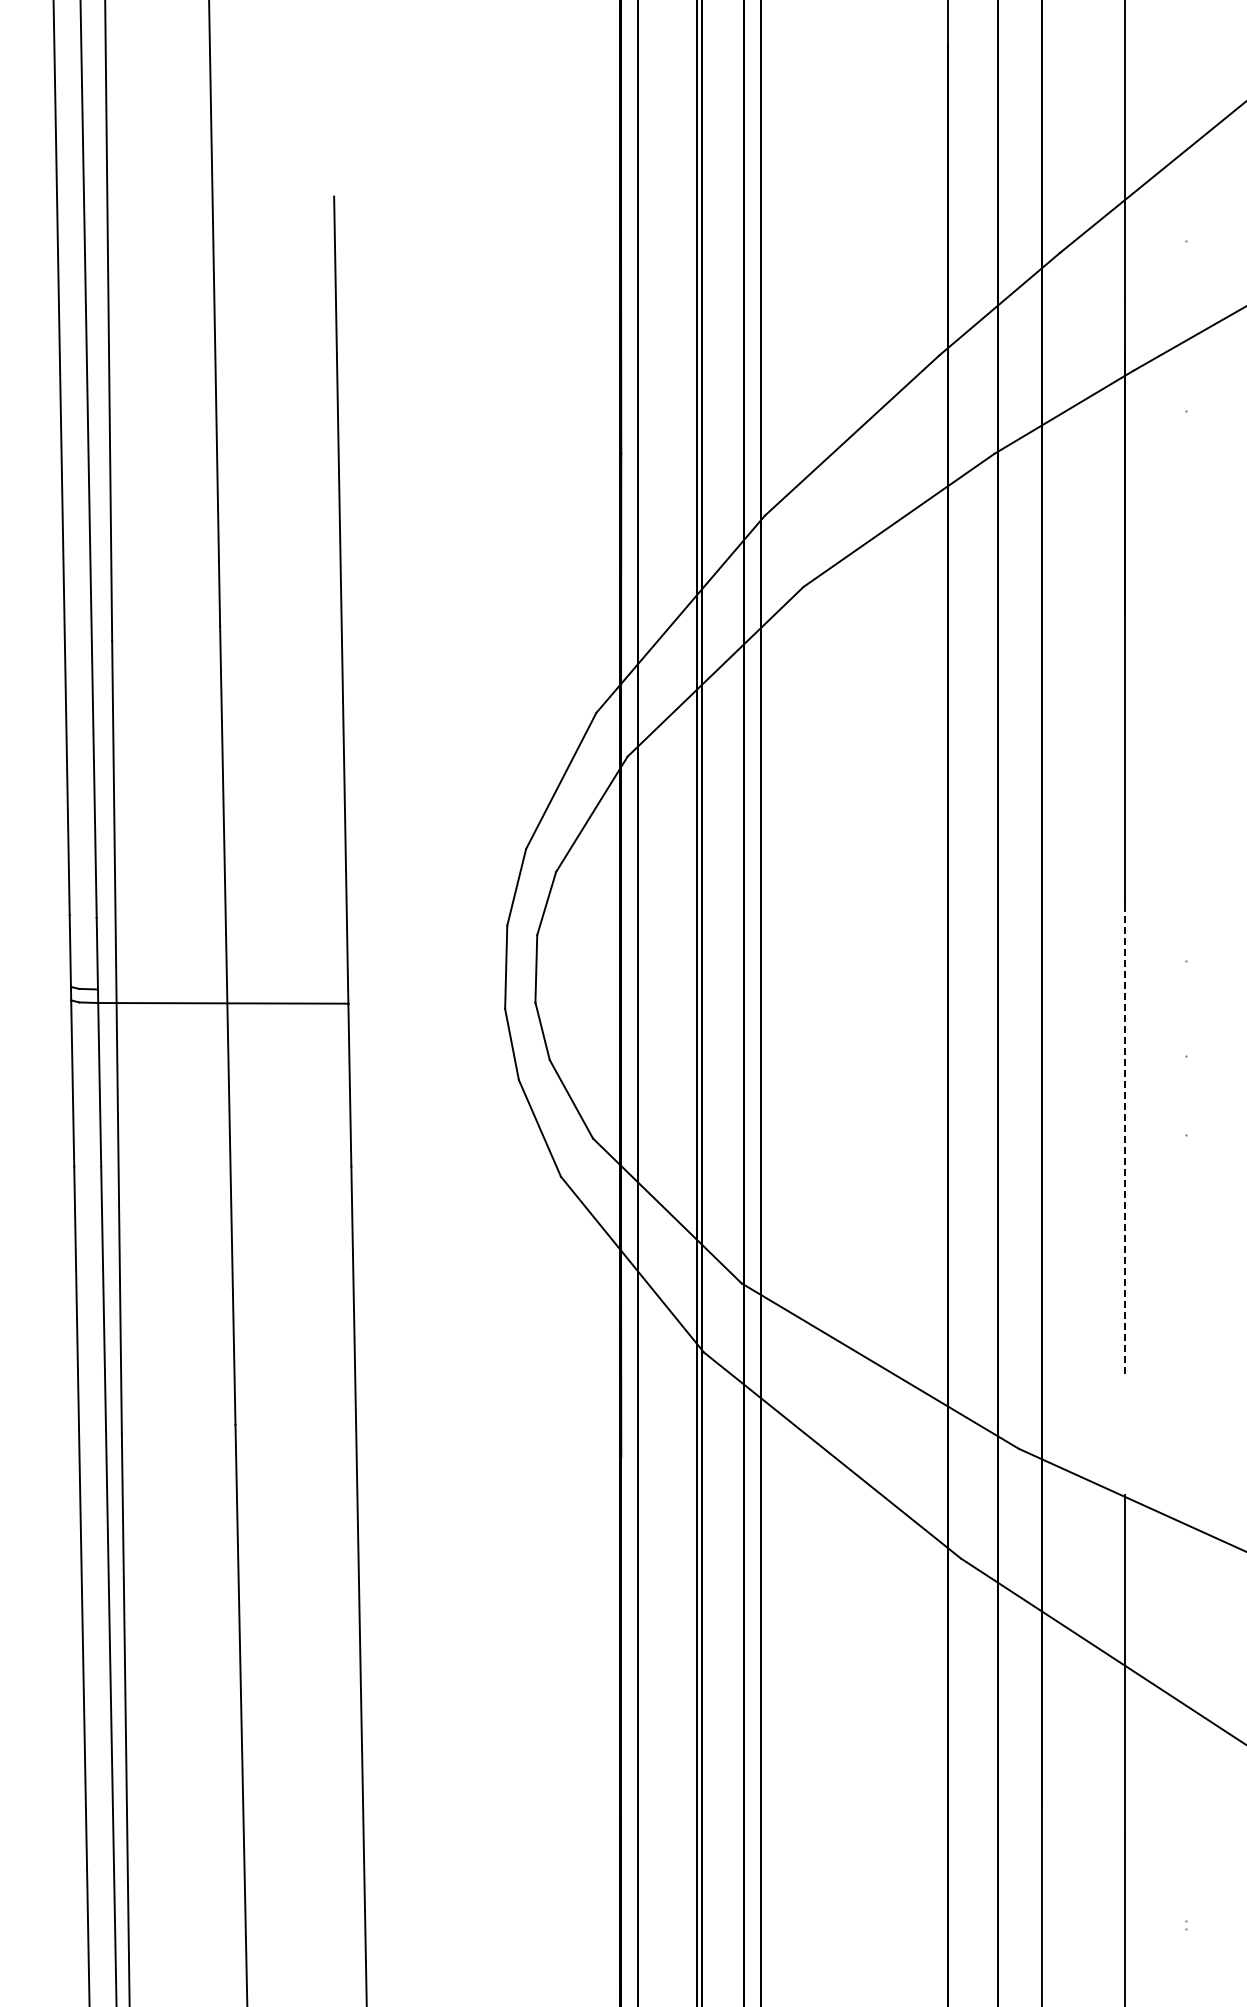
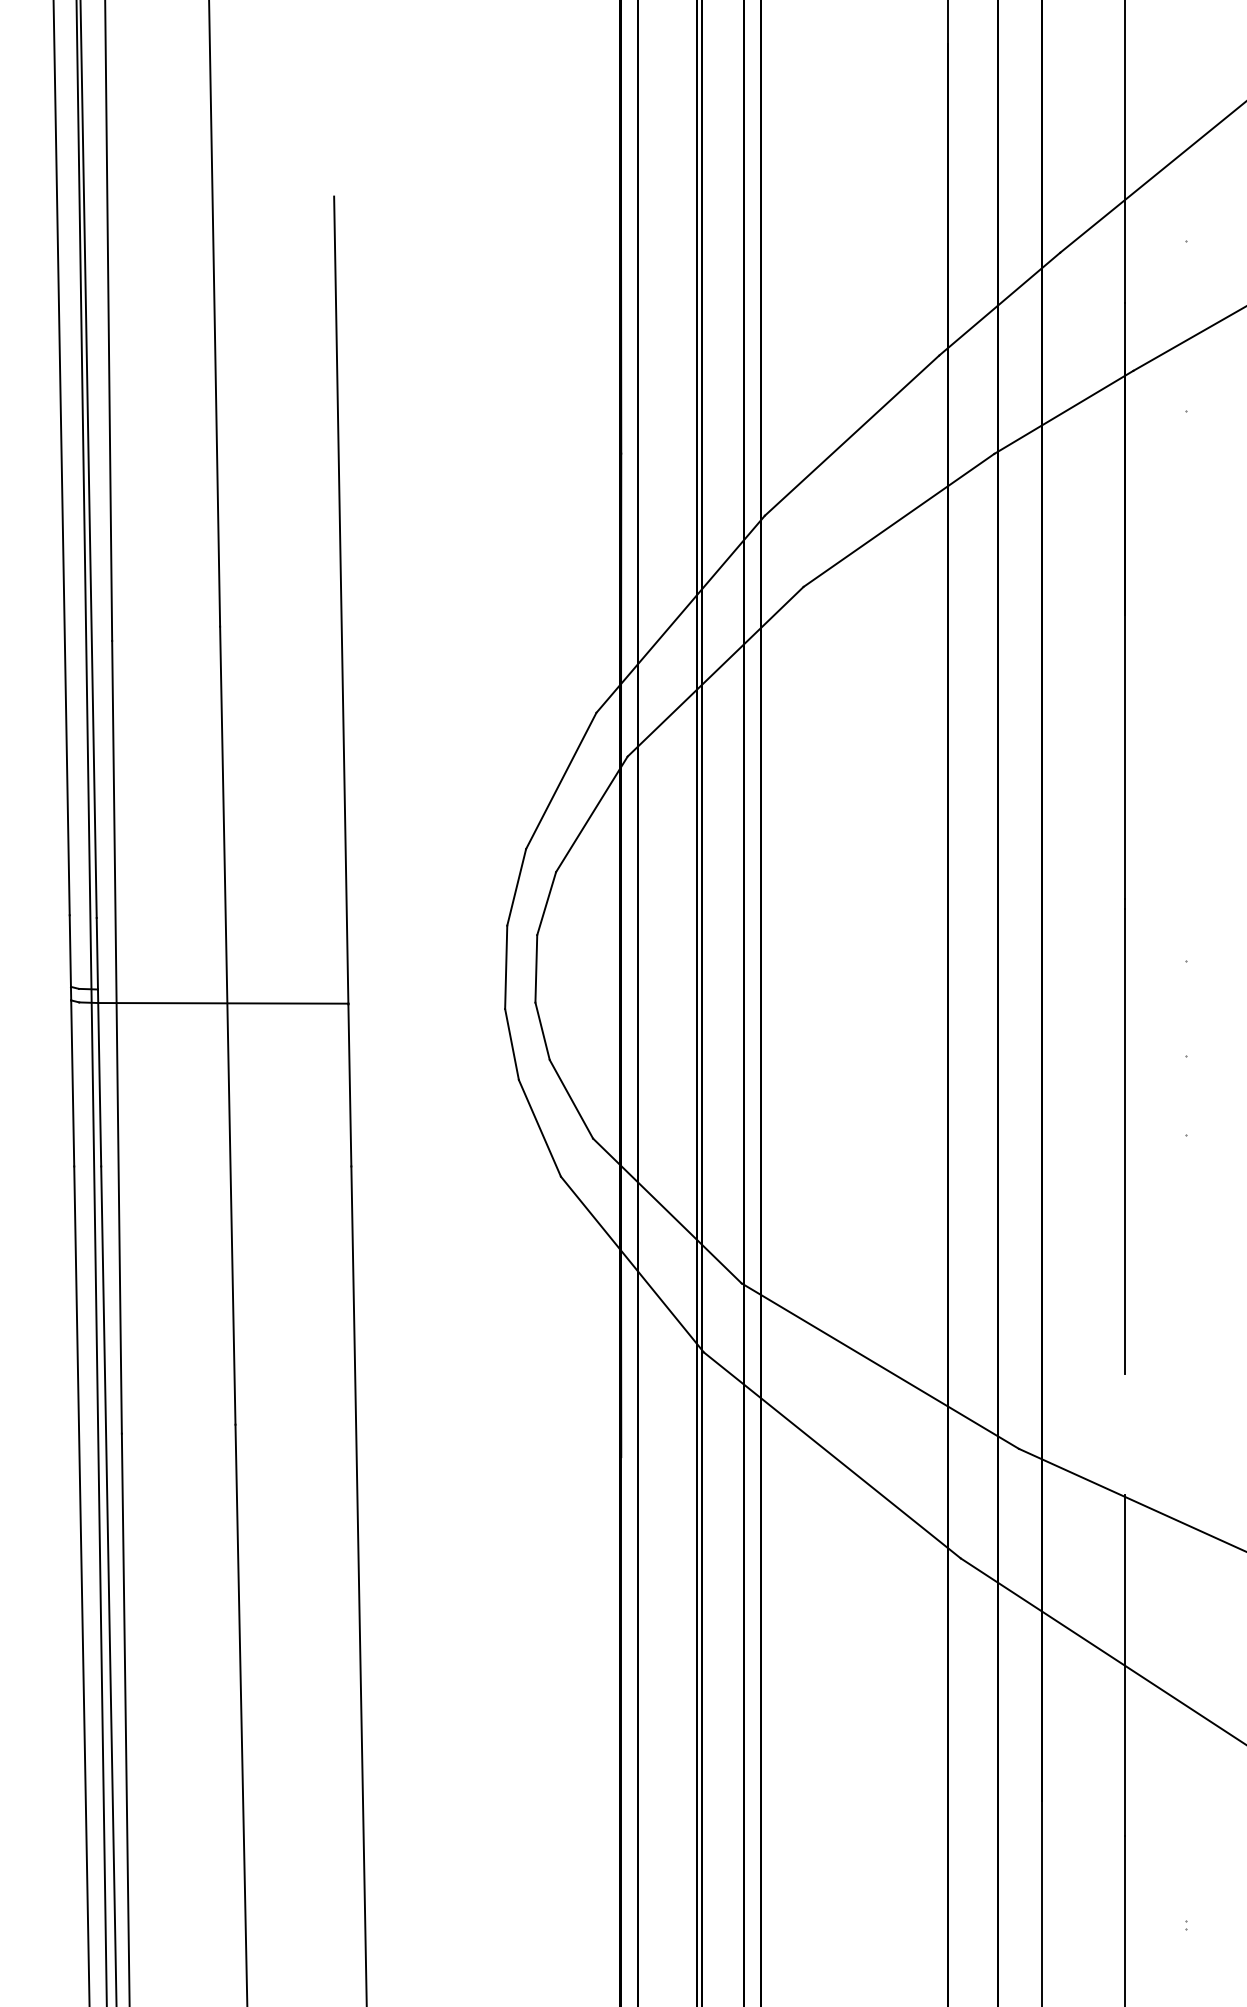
line at (91, 1002): none -> present
line at (1124, 1141): dashed -> solid
